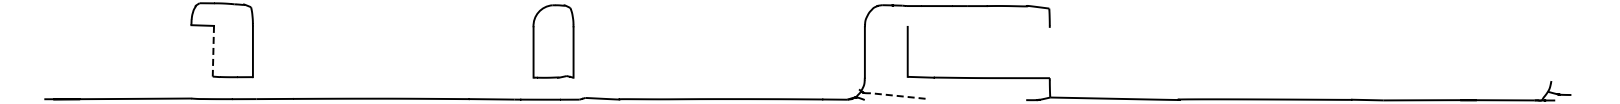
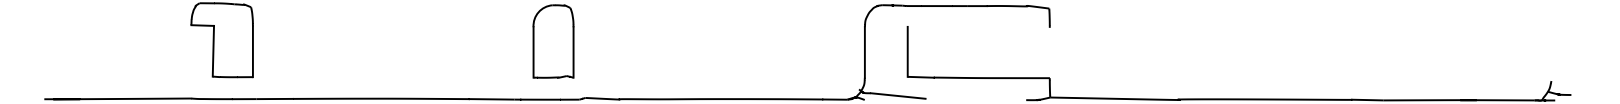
line at (213, 51): dashed -> solid
line at (897, 95): dashed -> solid
